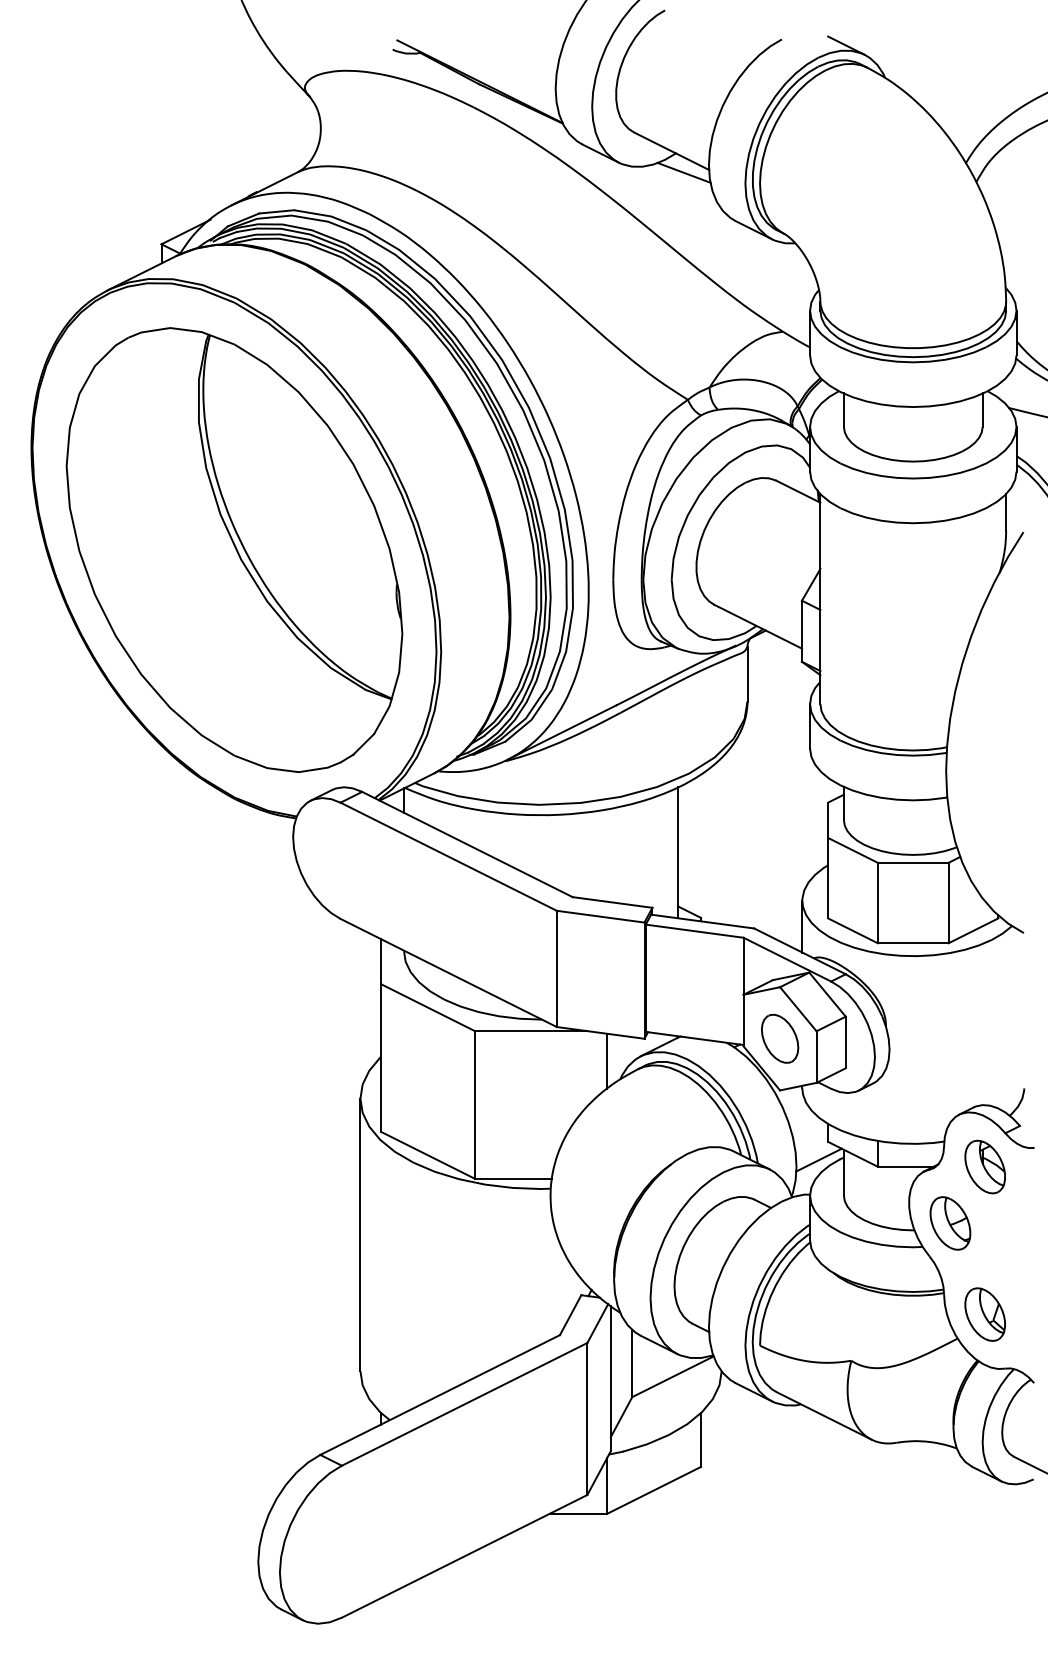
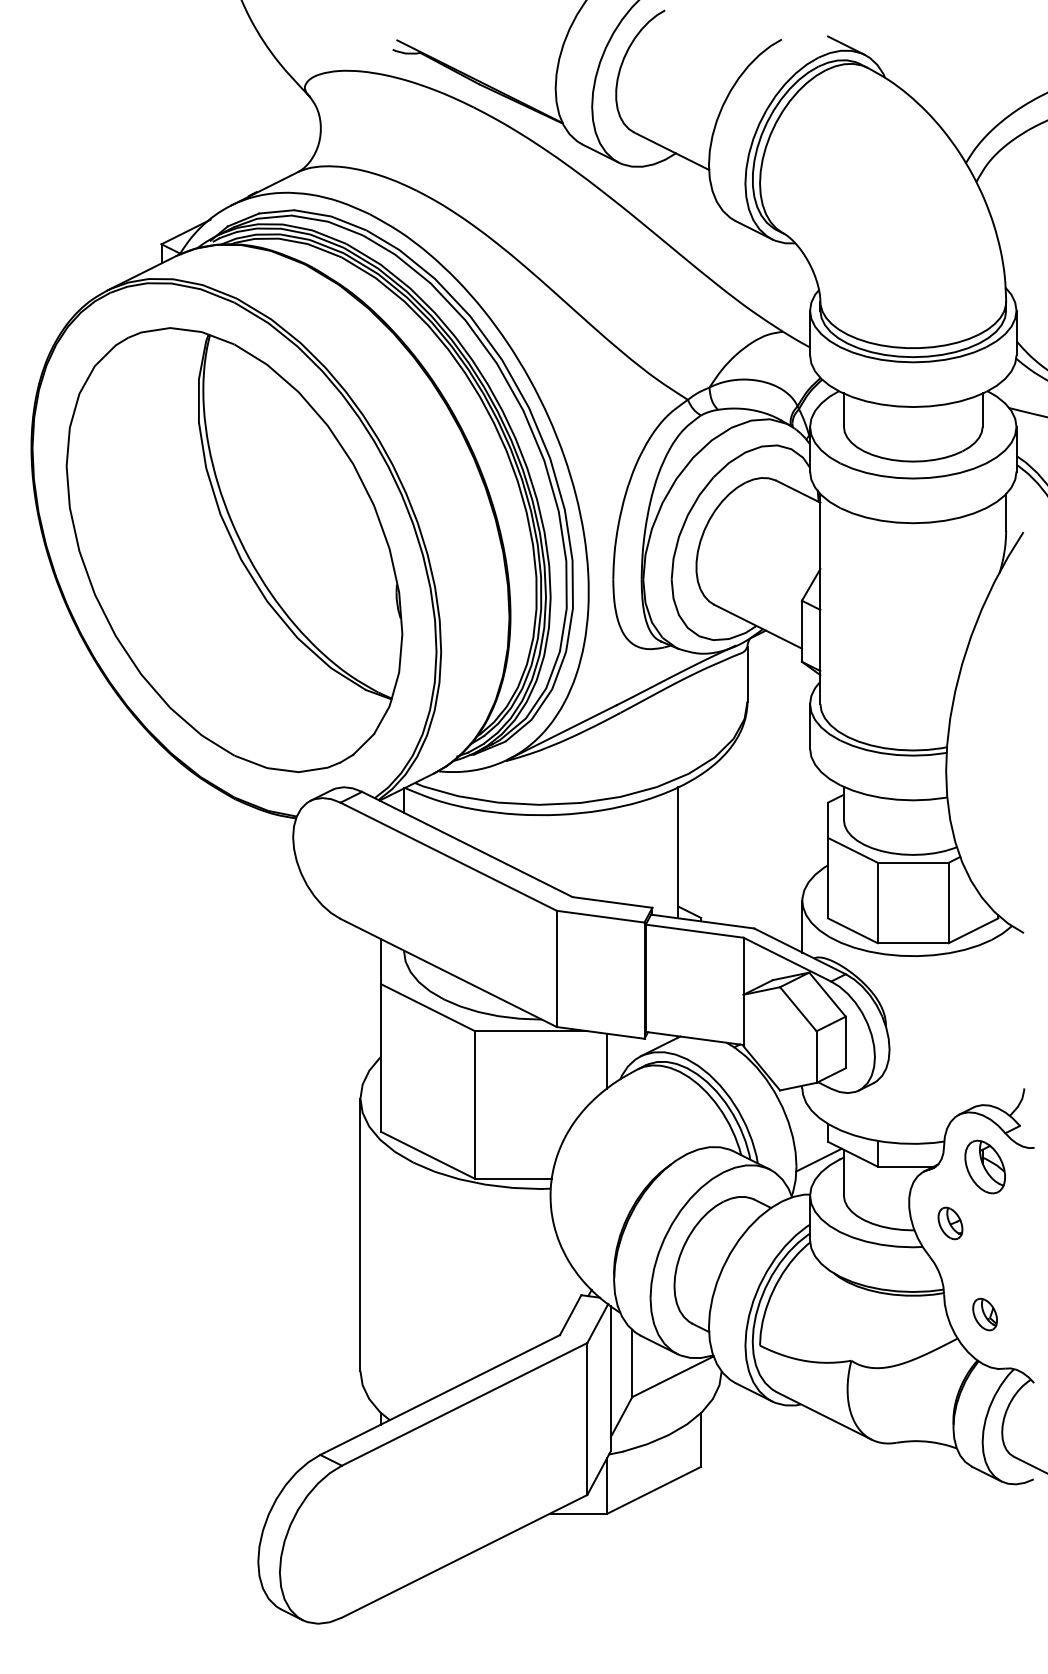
line at (683, 172): present -> none
part at (780, 1038): present -> none
part at (950, 1223) size: 43x55 px -> 27x35 px
part at (984, 1314) size: 42x55 px -> 26x35 px
